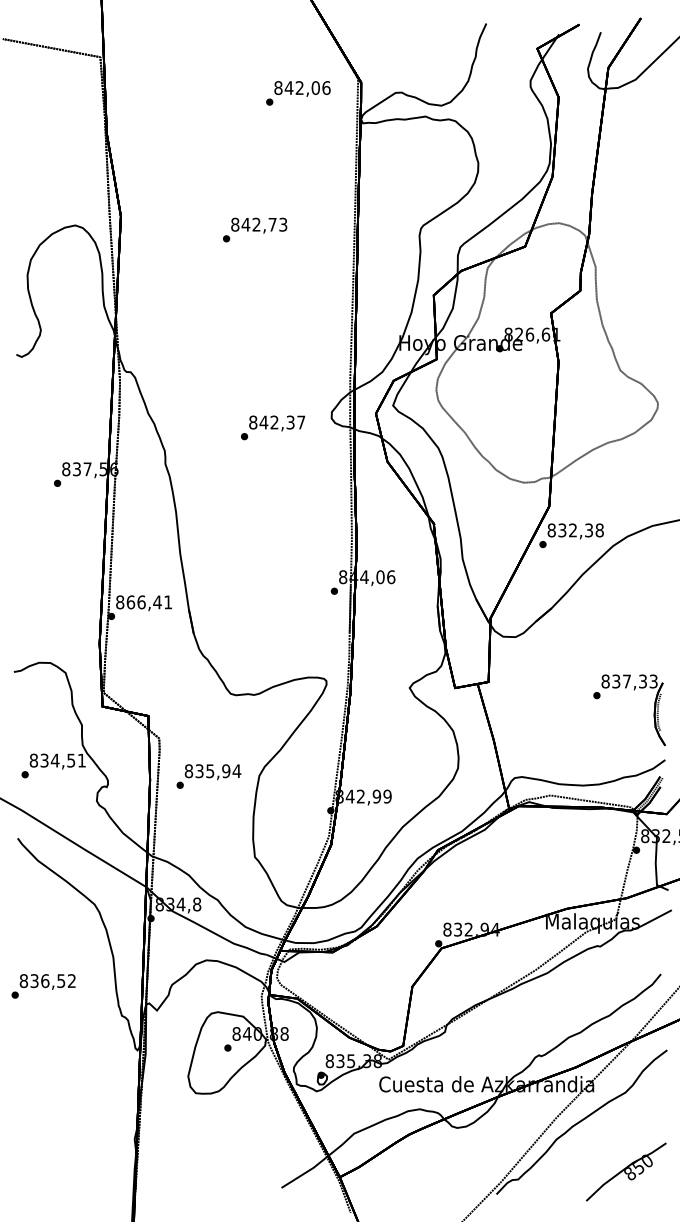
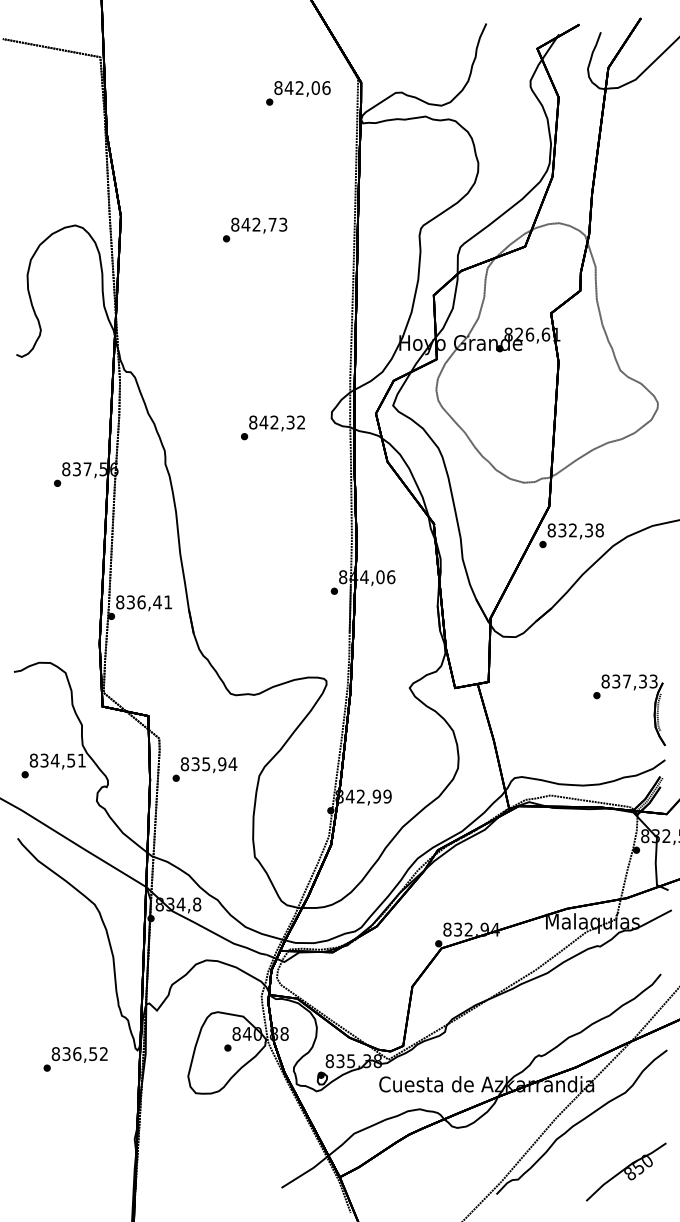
text at (301, 422): 842,37 -> 842,32
text at (130, 602): 866,41 -> 836,41
text at (208, 776) position: (208, 776) -> (204, 769)
text at (43, 986) position: (43, 986) -> (75, 1059)
